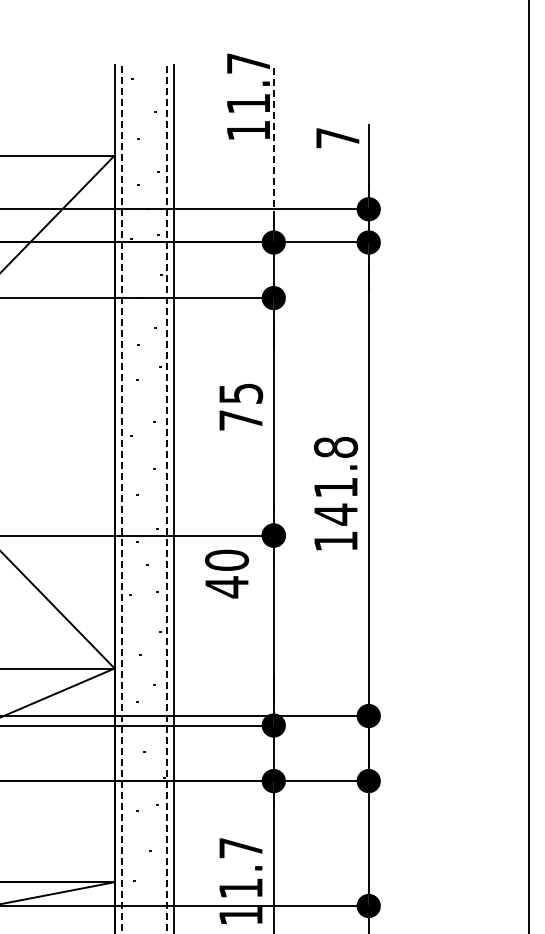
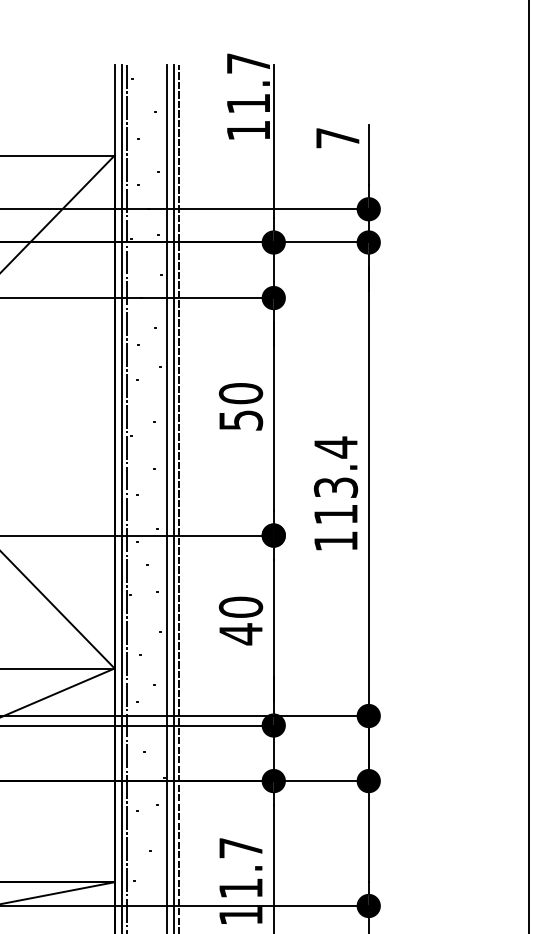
line at (273, 141): dashed -> solid
text at (240, 406): 75 -> 50
text at (335, 480): 141.8 -> 113.4
line at (126, 497): none -> present
line at (178, 497): none -> present
line at (121, 498): dashed -> solid
line at (166, 498): dashed -> solid
text at (227, 573) position: (227, 573) -> (241, 620)
